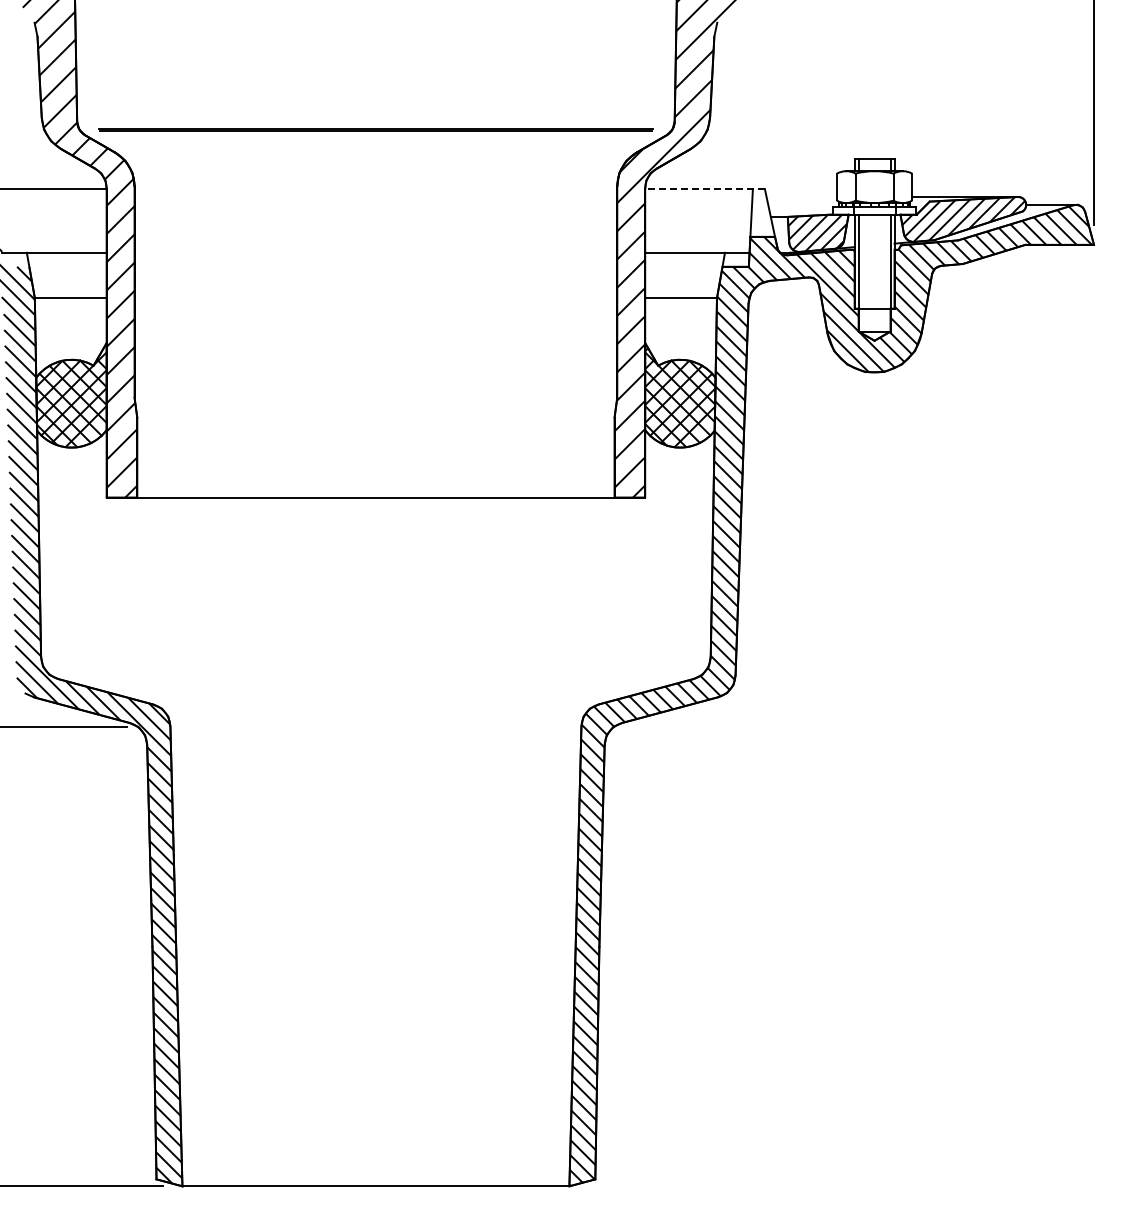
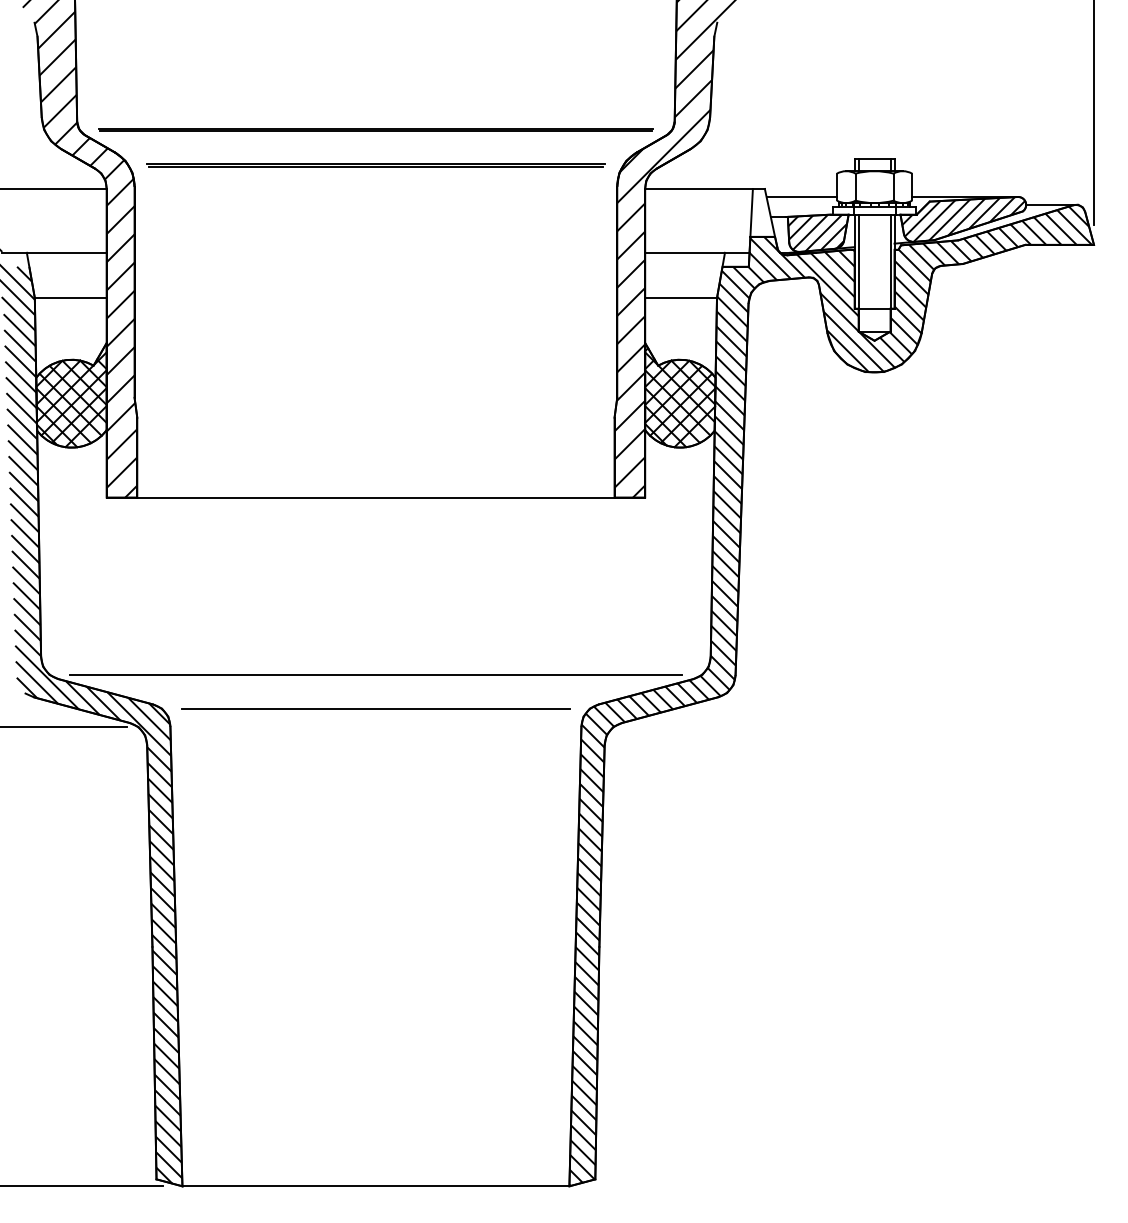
line at (375, 164): none -> present
line at (705, 188): dashed -> solid
line at (801, 196): none -> present
line at (375, 674): none -> present
line at (375, 708): none -> present
